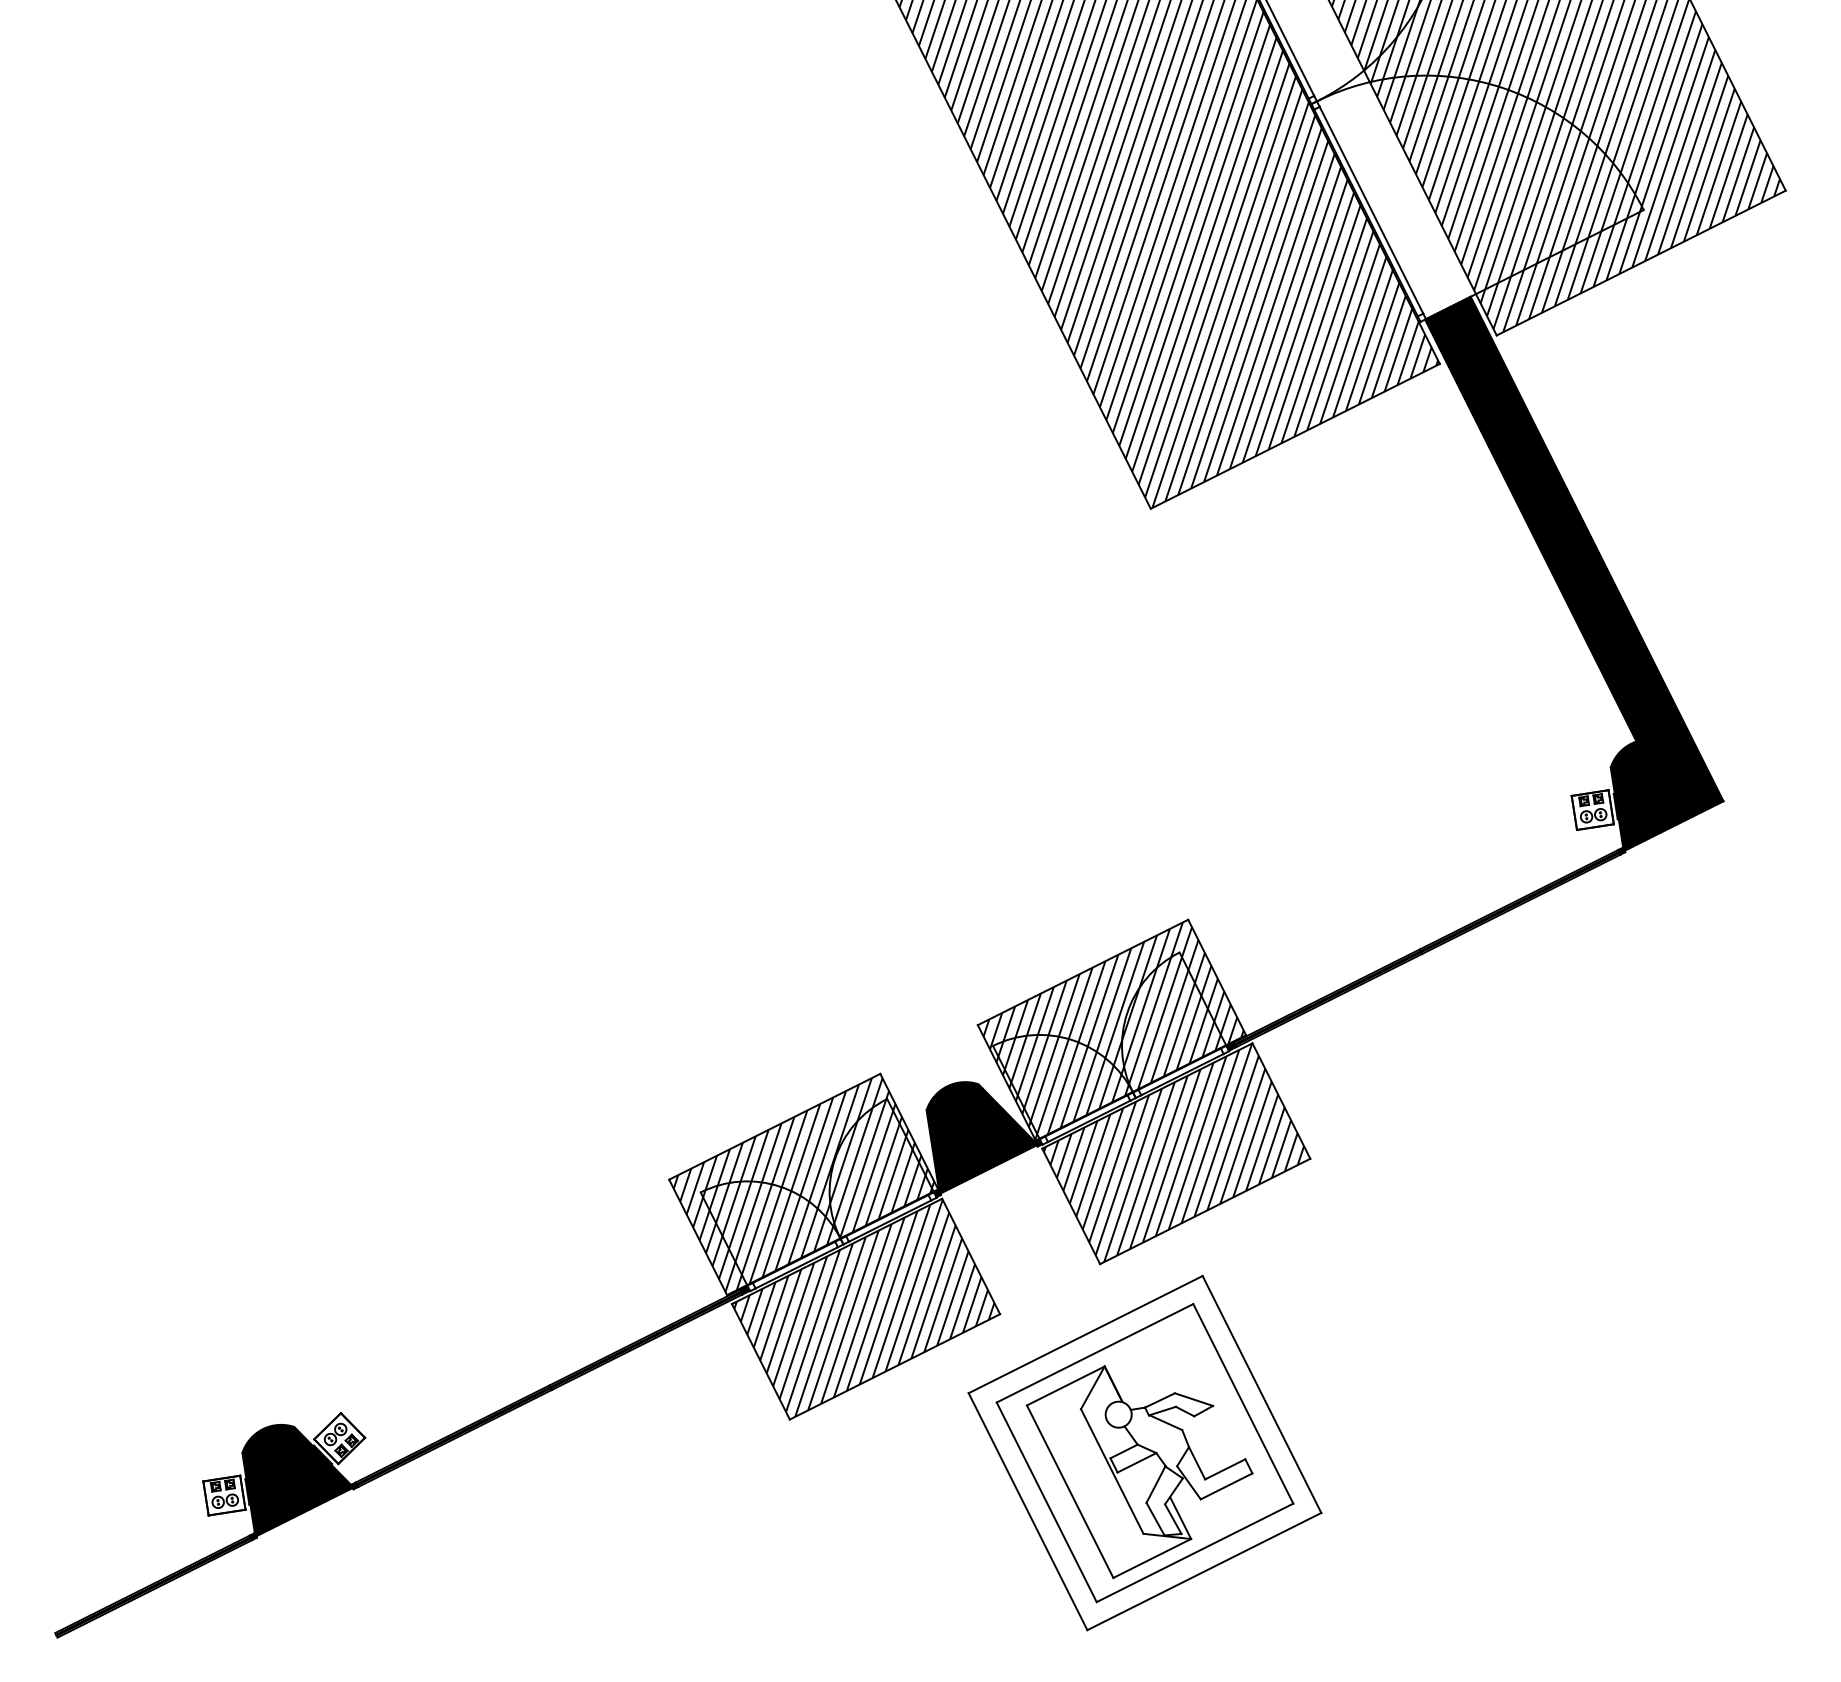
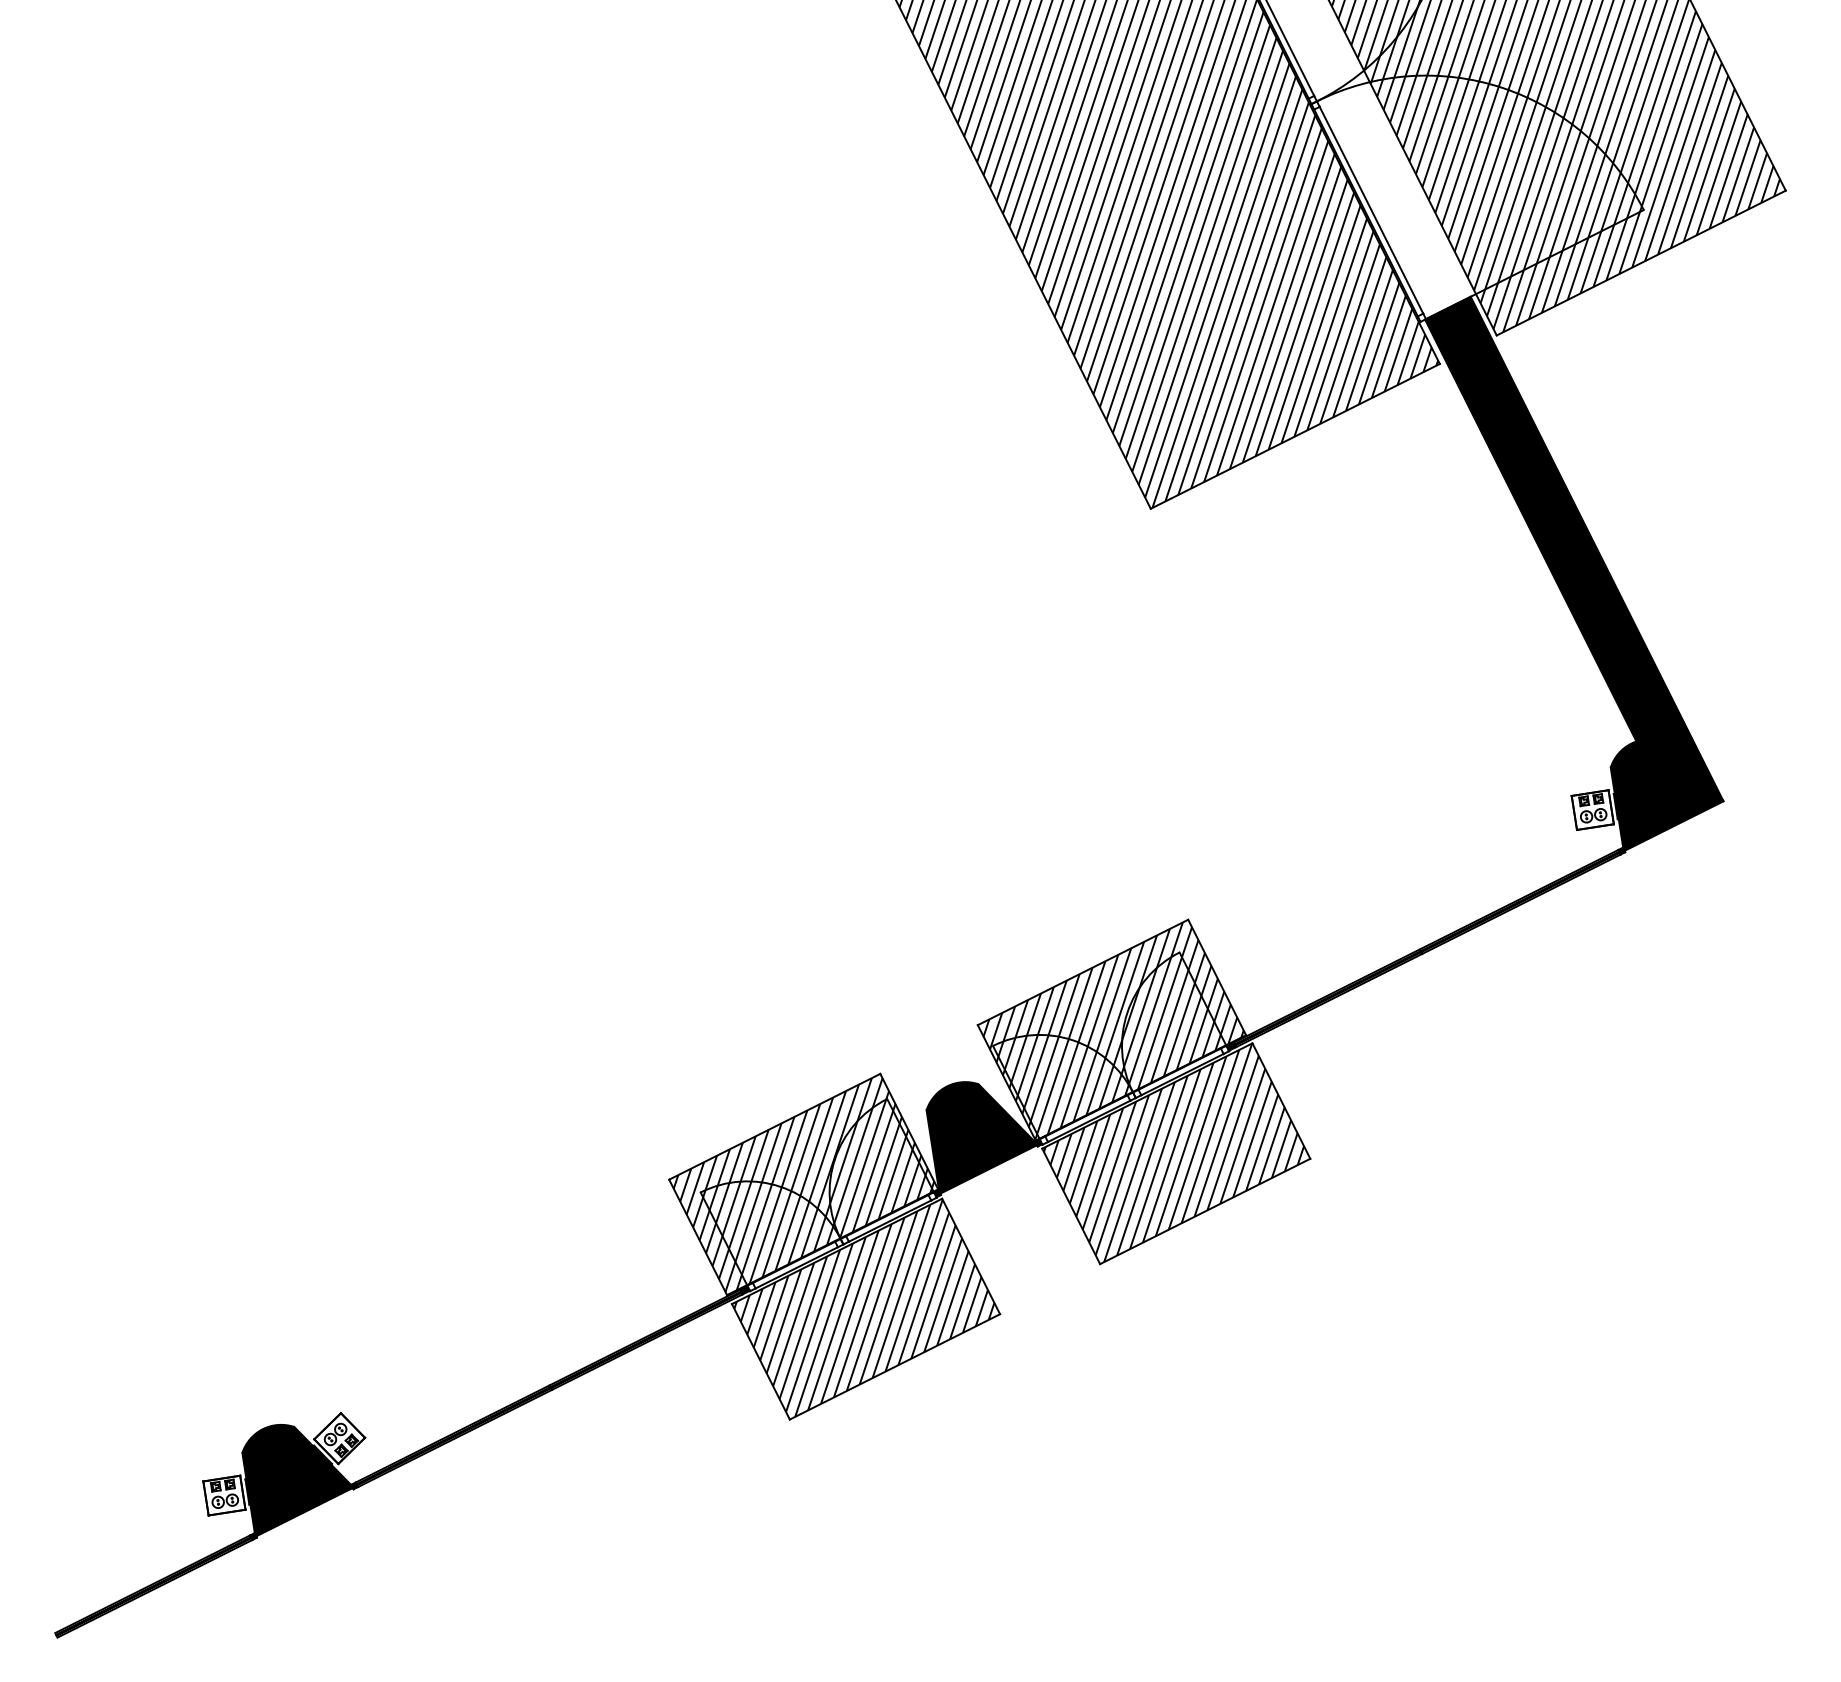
part at (1144, 1453): present -> none
